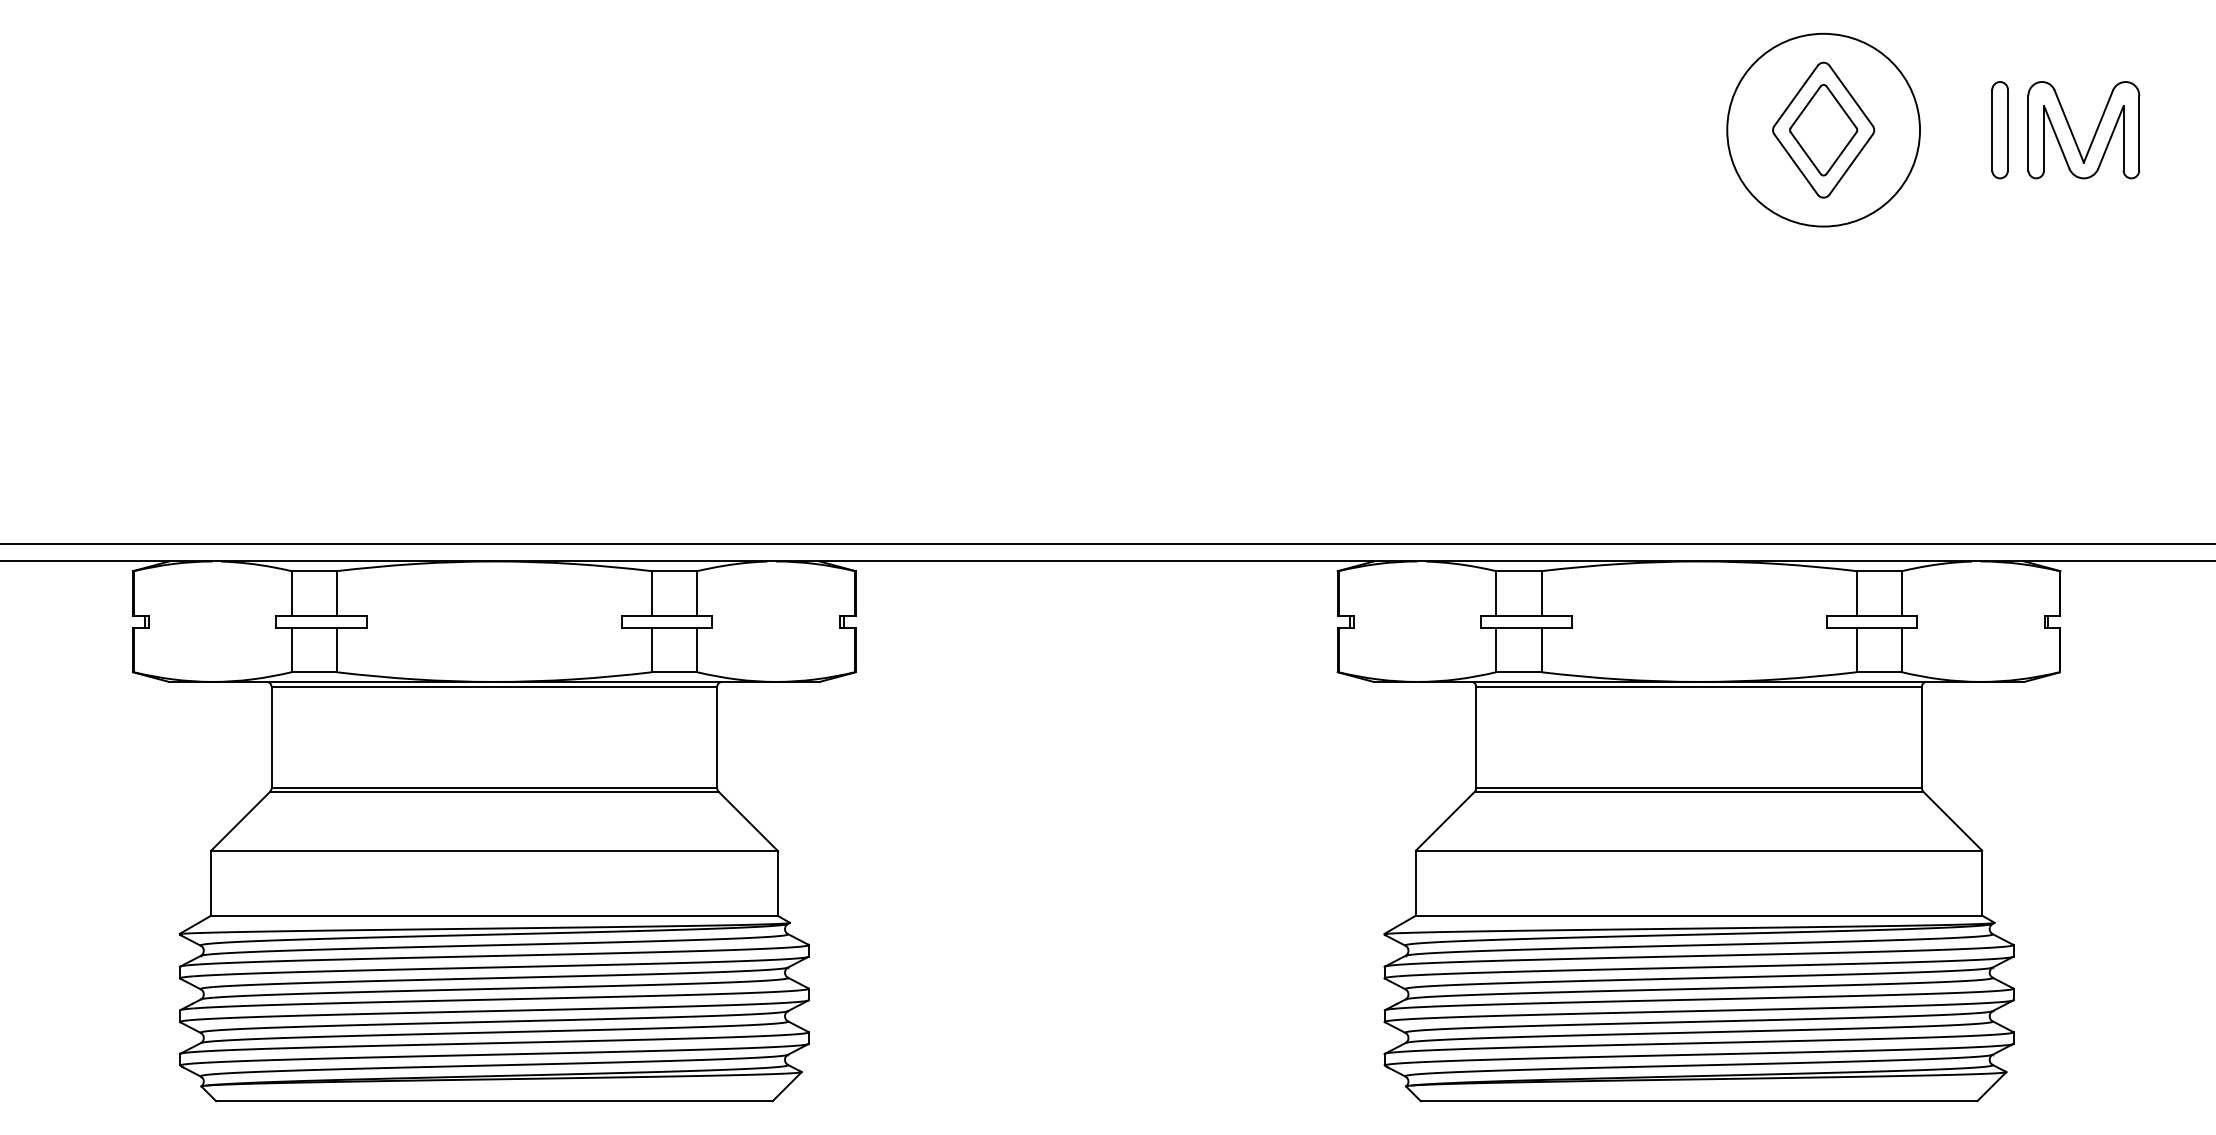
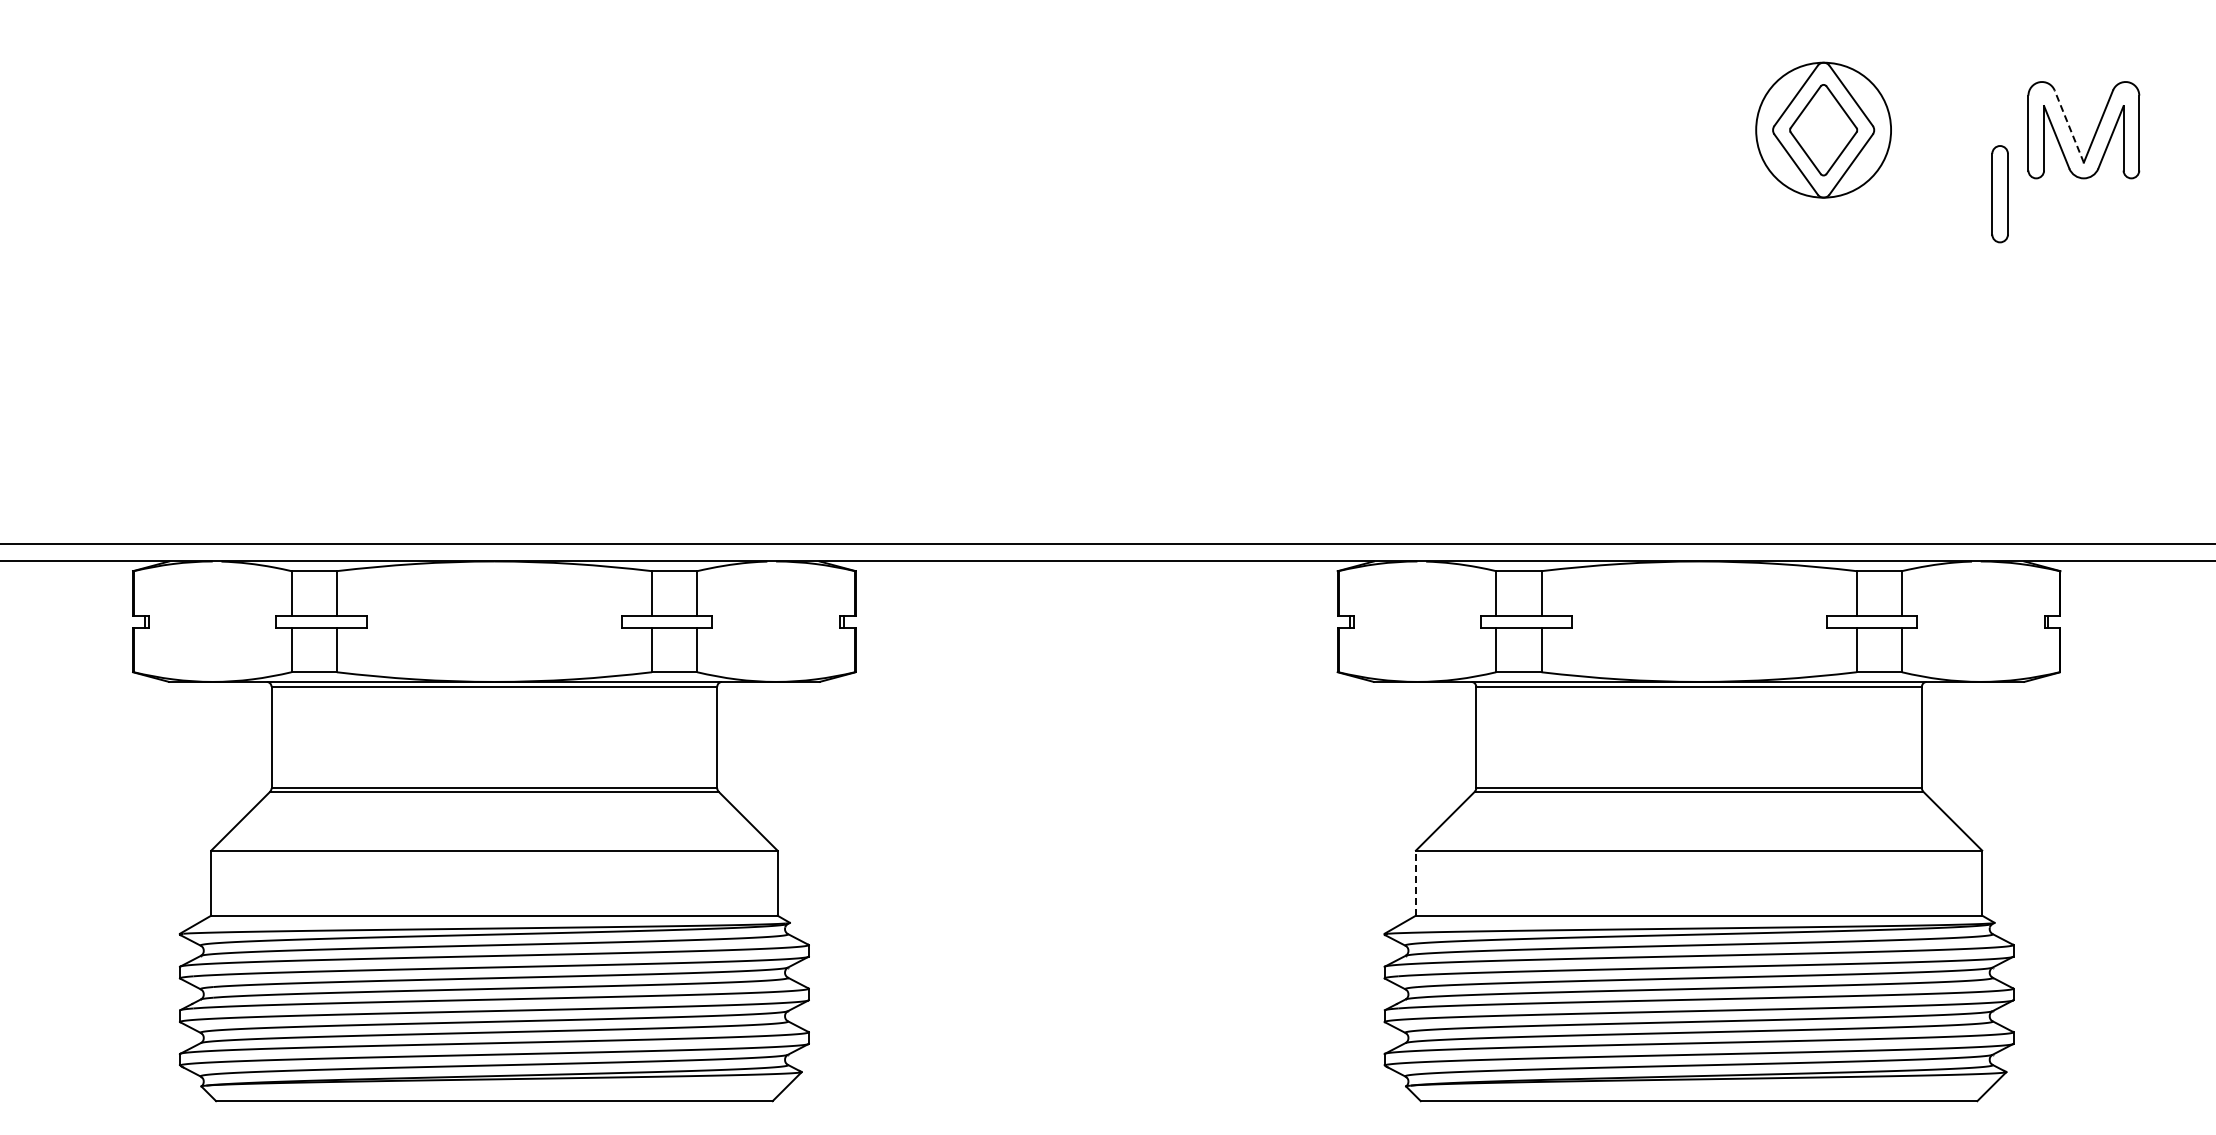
line at (2069, 126): solid -> dashed
circle at (1823, 129) diameter: 193 px -> 135 px
part at (1999, 130) position: (1999, 130) -> (1999, 194)
line at (1415, 883): solid -> dashed
